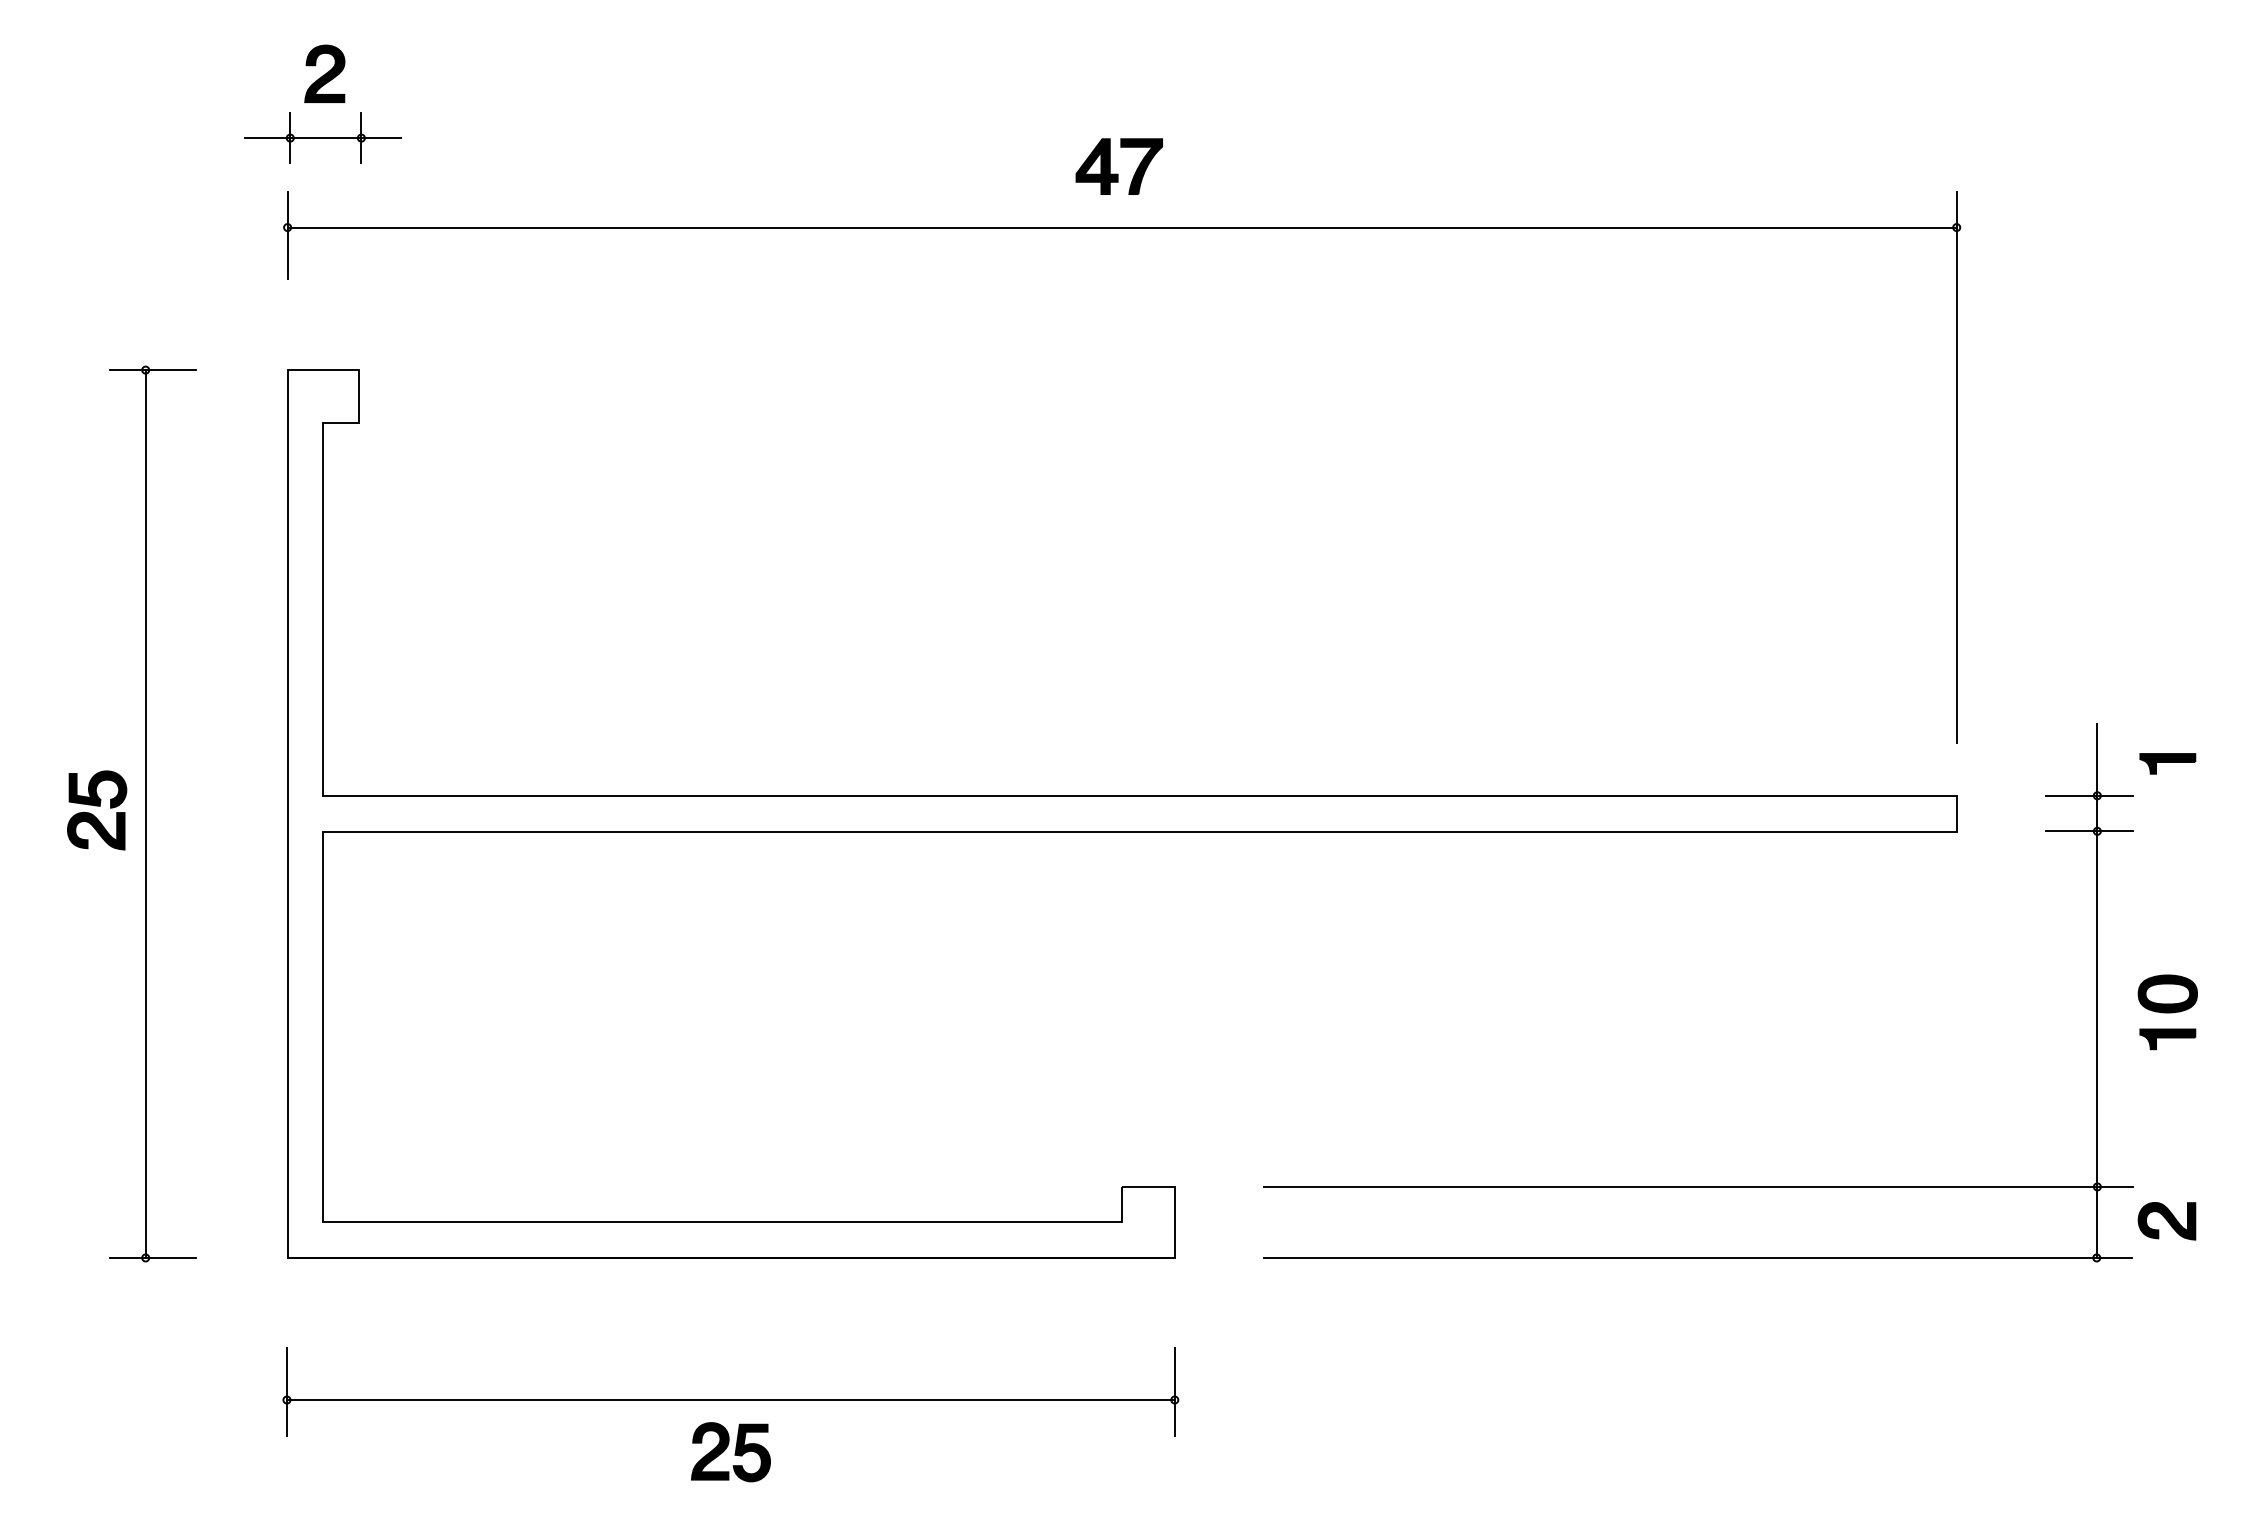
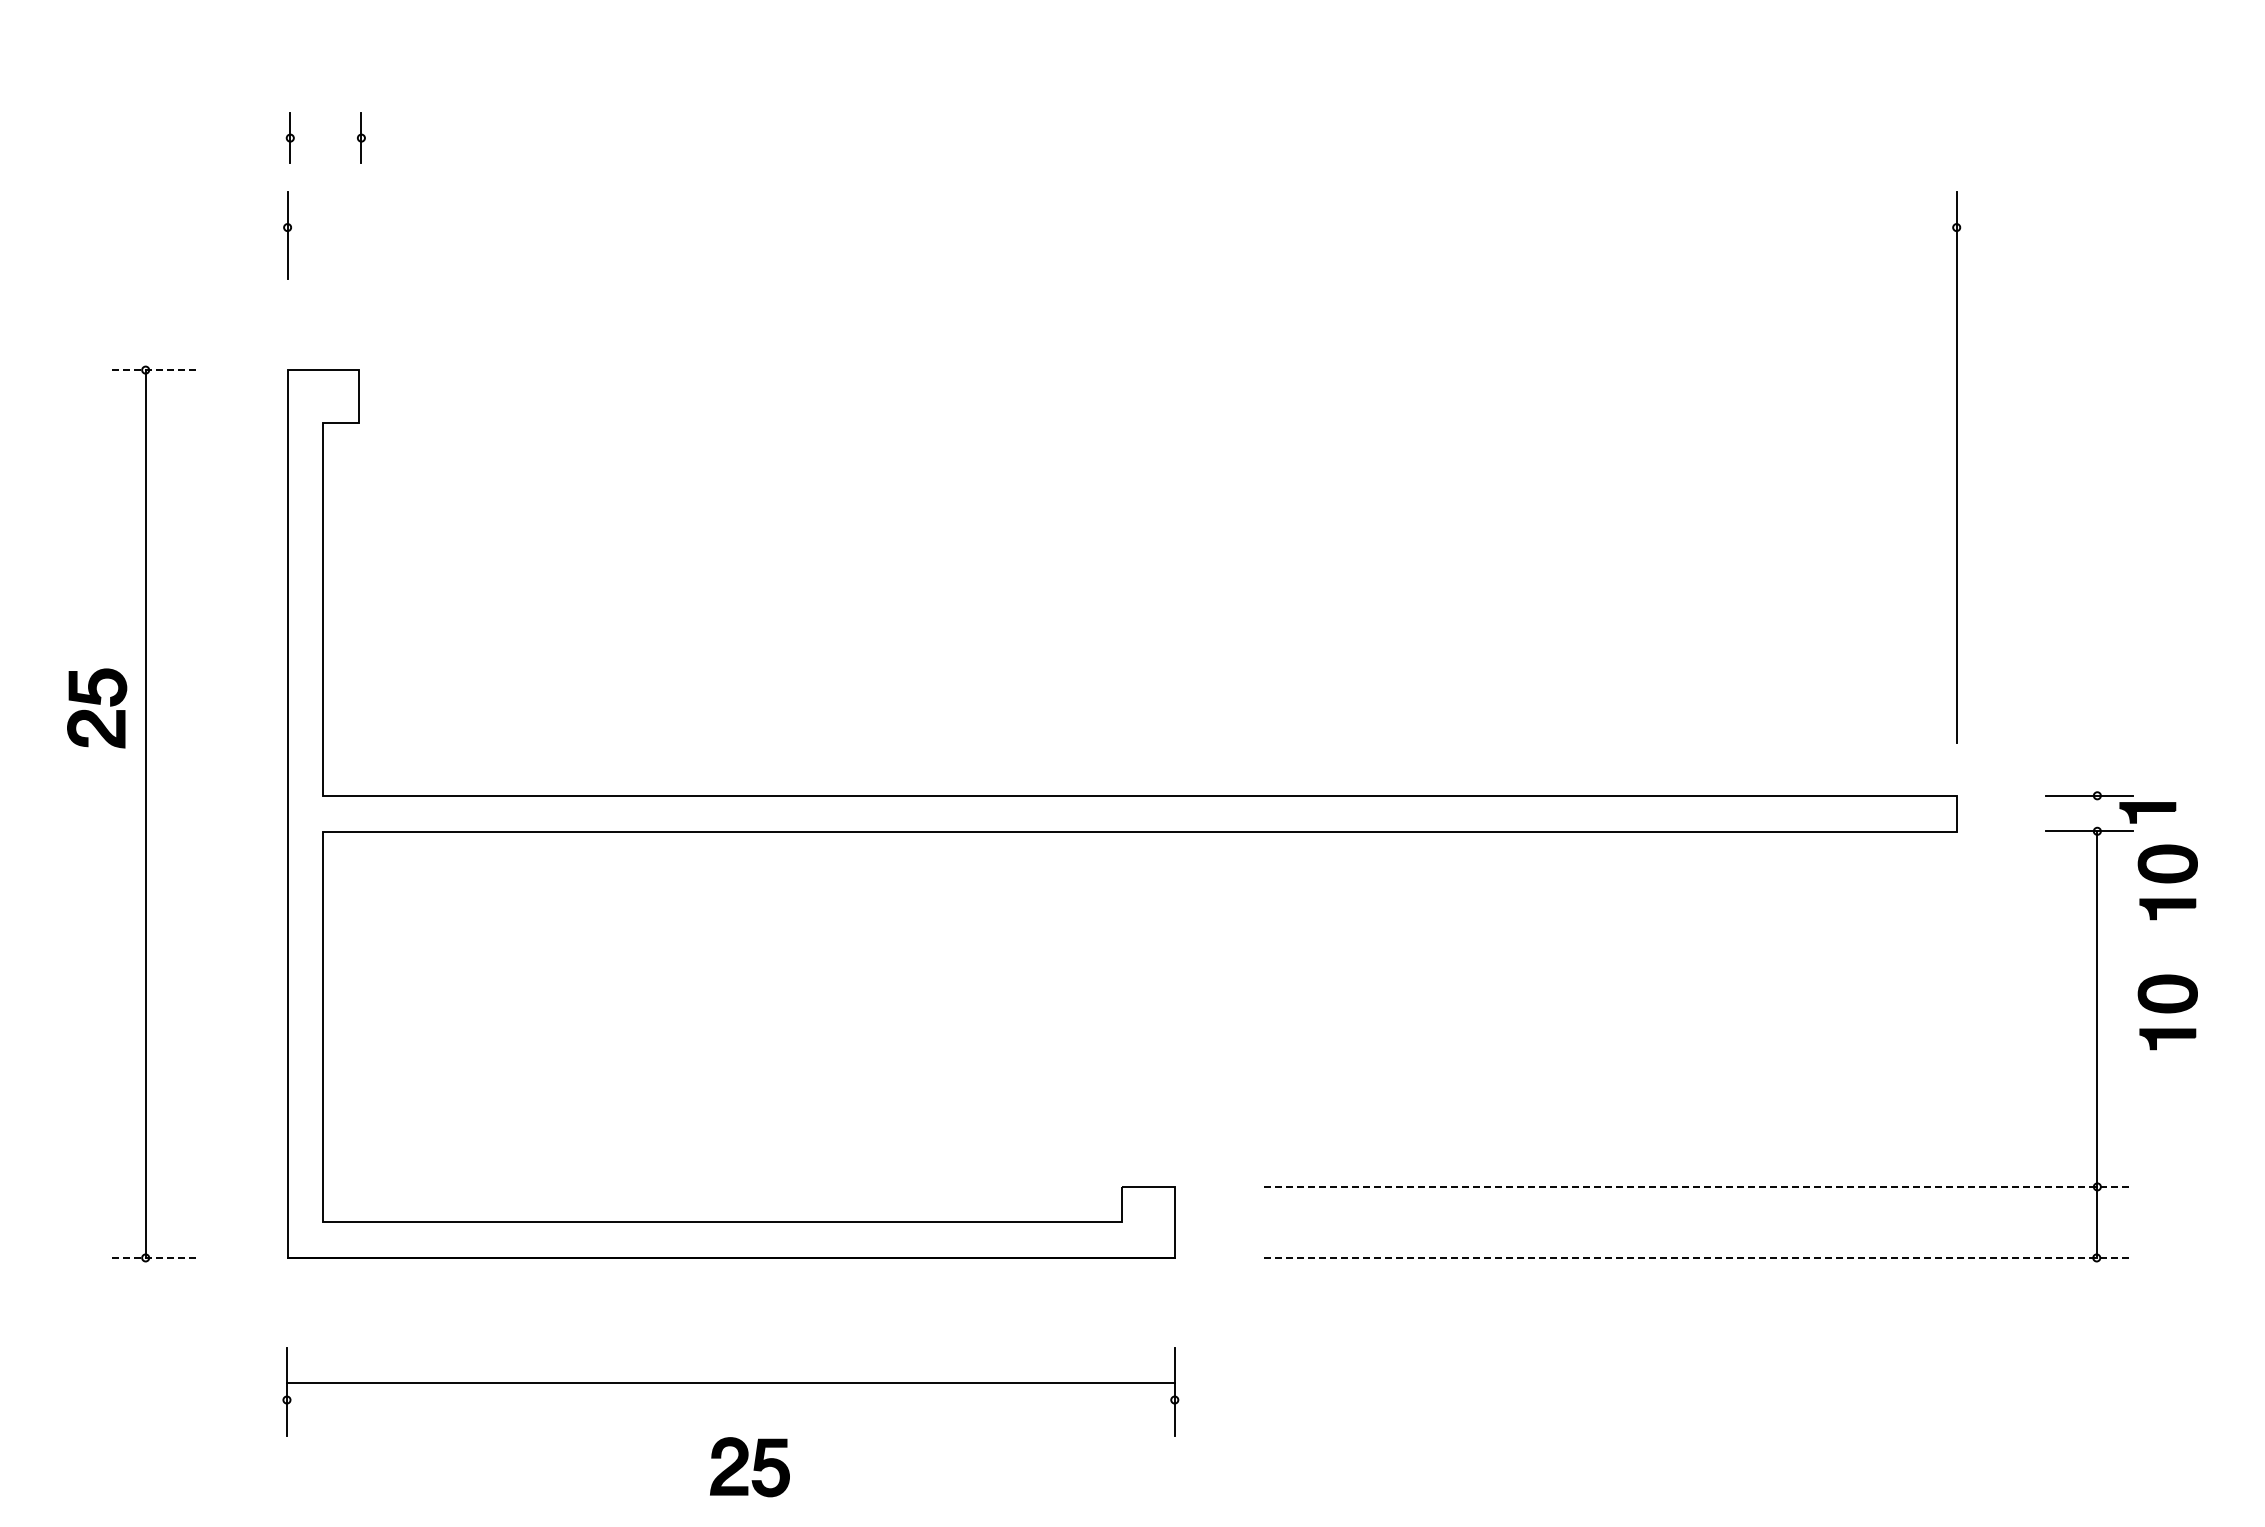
part at (324, 73): present -> none
line at (322, 138): present -> none
part at (1118, 173): present -> none
line at (1121, 227): present -> none
line at (152, 370): solid -> dashed
part at (2167, 763) position: (2167, 763) -> (2147, 812)
line at (2097, 776): present -> none
part at (97, 810) position: (97, 810) -> (97, 708)
part at (2167, 882): none -> present
line at (1699, 1186): solid -> dashed
part at (2166, 1221): present -> none
line at (152, 1257): solid -> dashed
line at (1698, 1257): solid -> dashed
line at (730, 1400) position: (730, 1400) -> (730, 1383)
part at (730, 1452) position: (730, 1452) -> (749, 1467)
